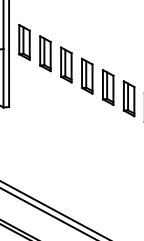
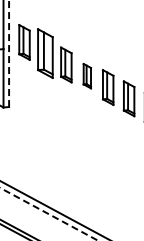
line at (9, 53): solid -> dashed
part at (45, 53) size: 13x38 px -> 17x51 px
part at (87, 75) size: 13x38 px -> 11x27 px
line at (49, 214): solid -> dashed
